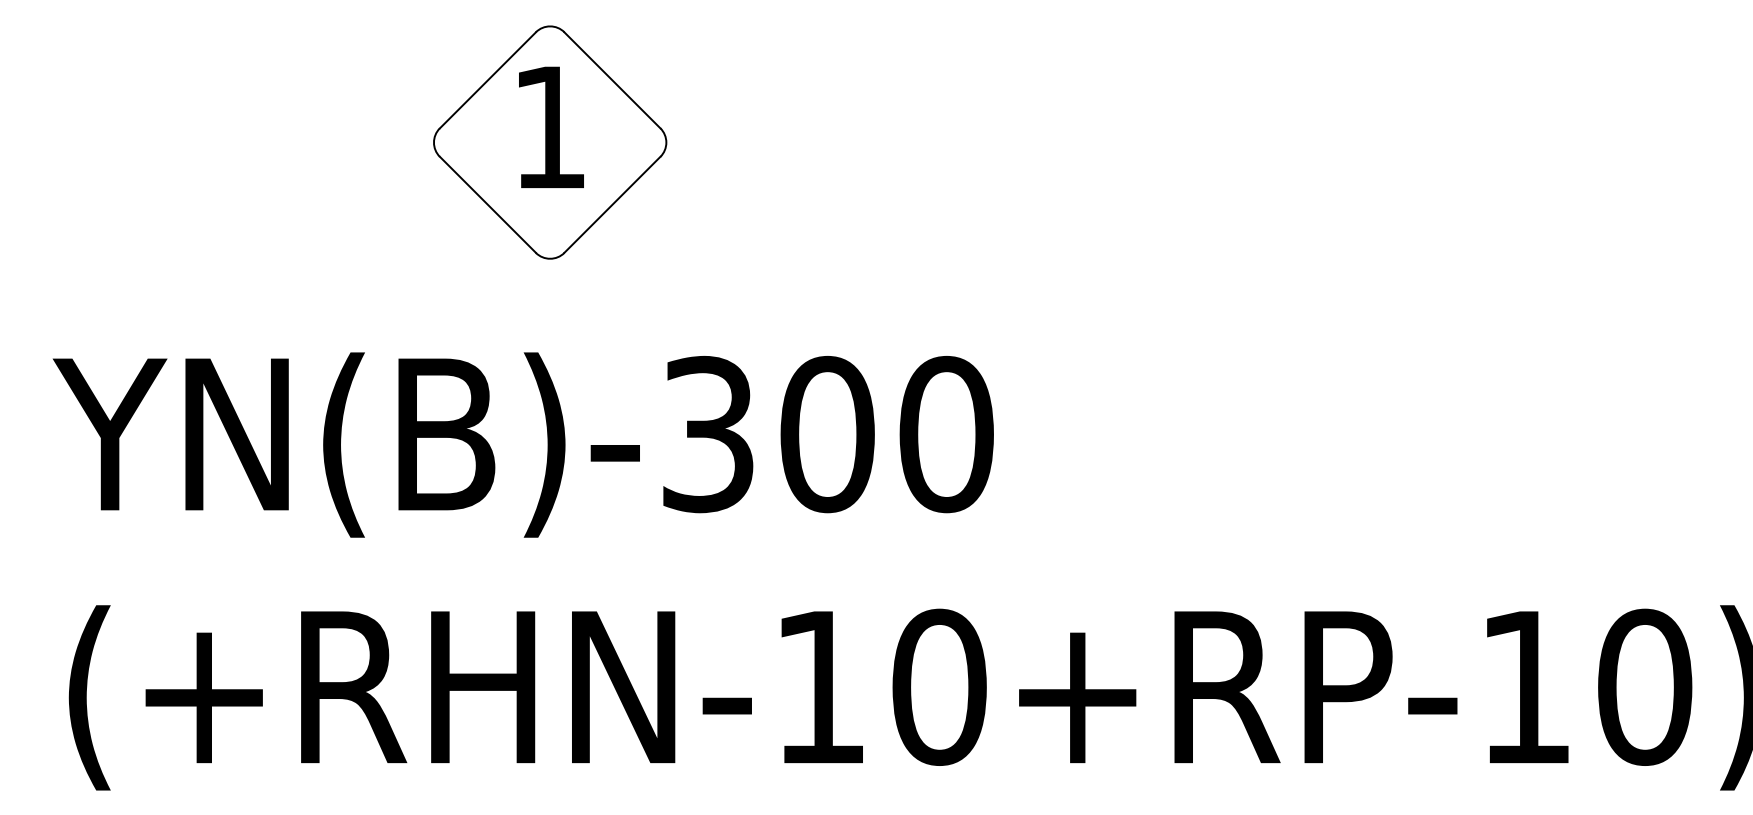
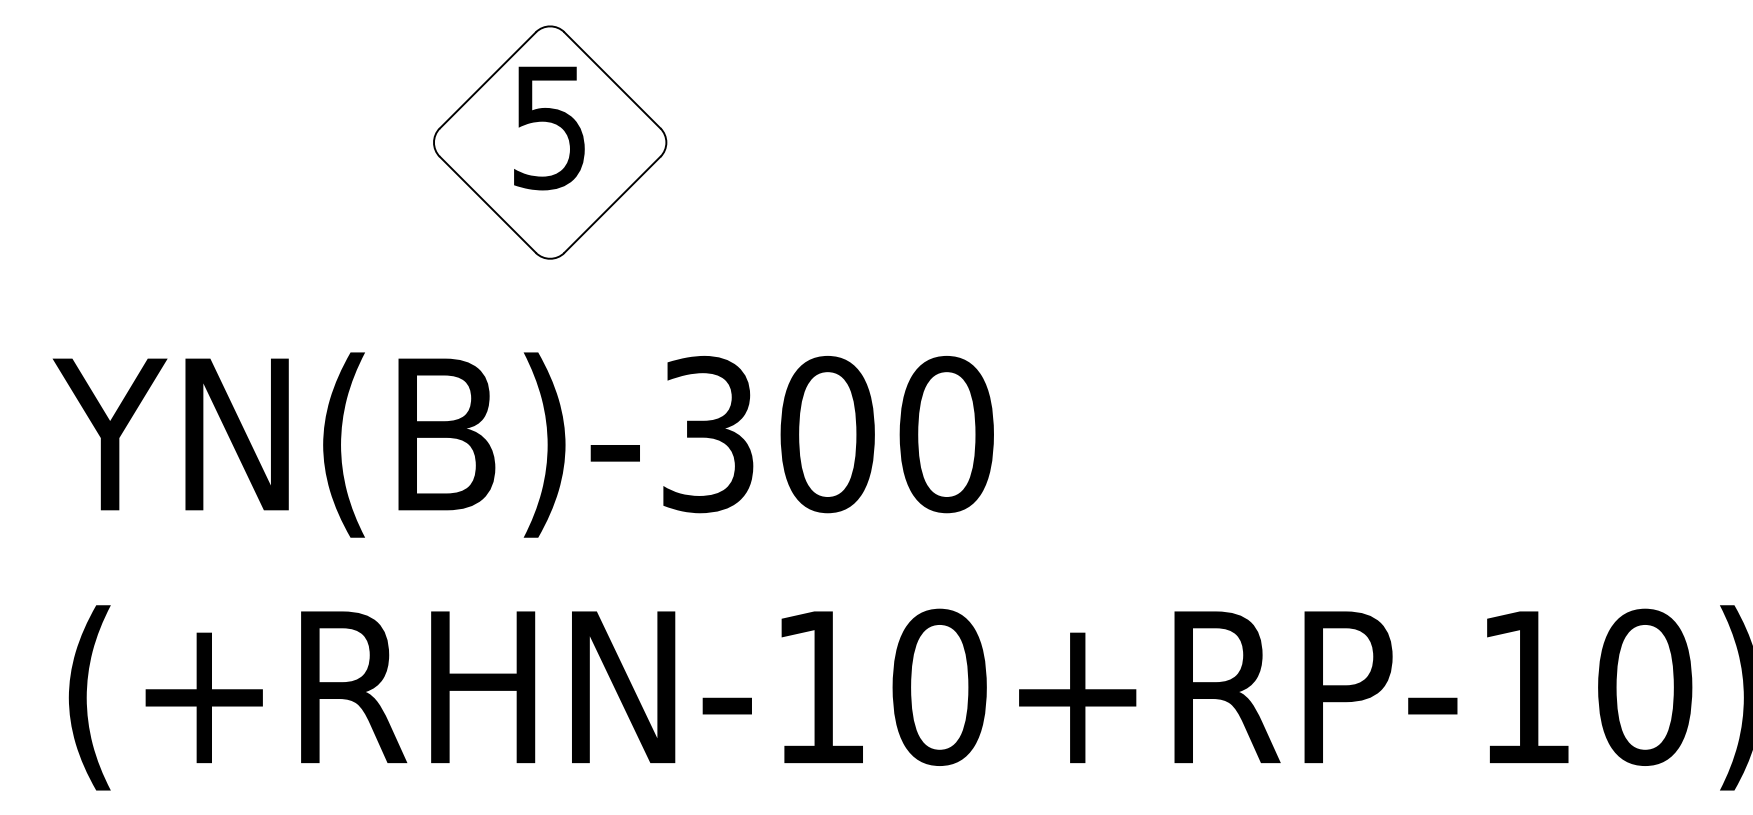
text at (549, 128): 1 -> 5
